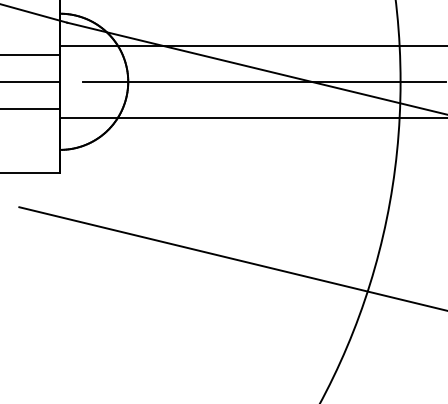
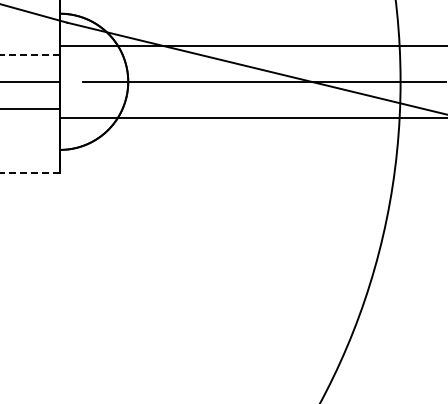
line at (30, 54): solid -> dashed
line at (30, 172): solid -> dashed
line at (231, 258): present -> none
